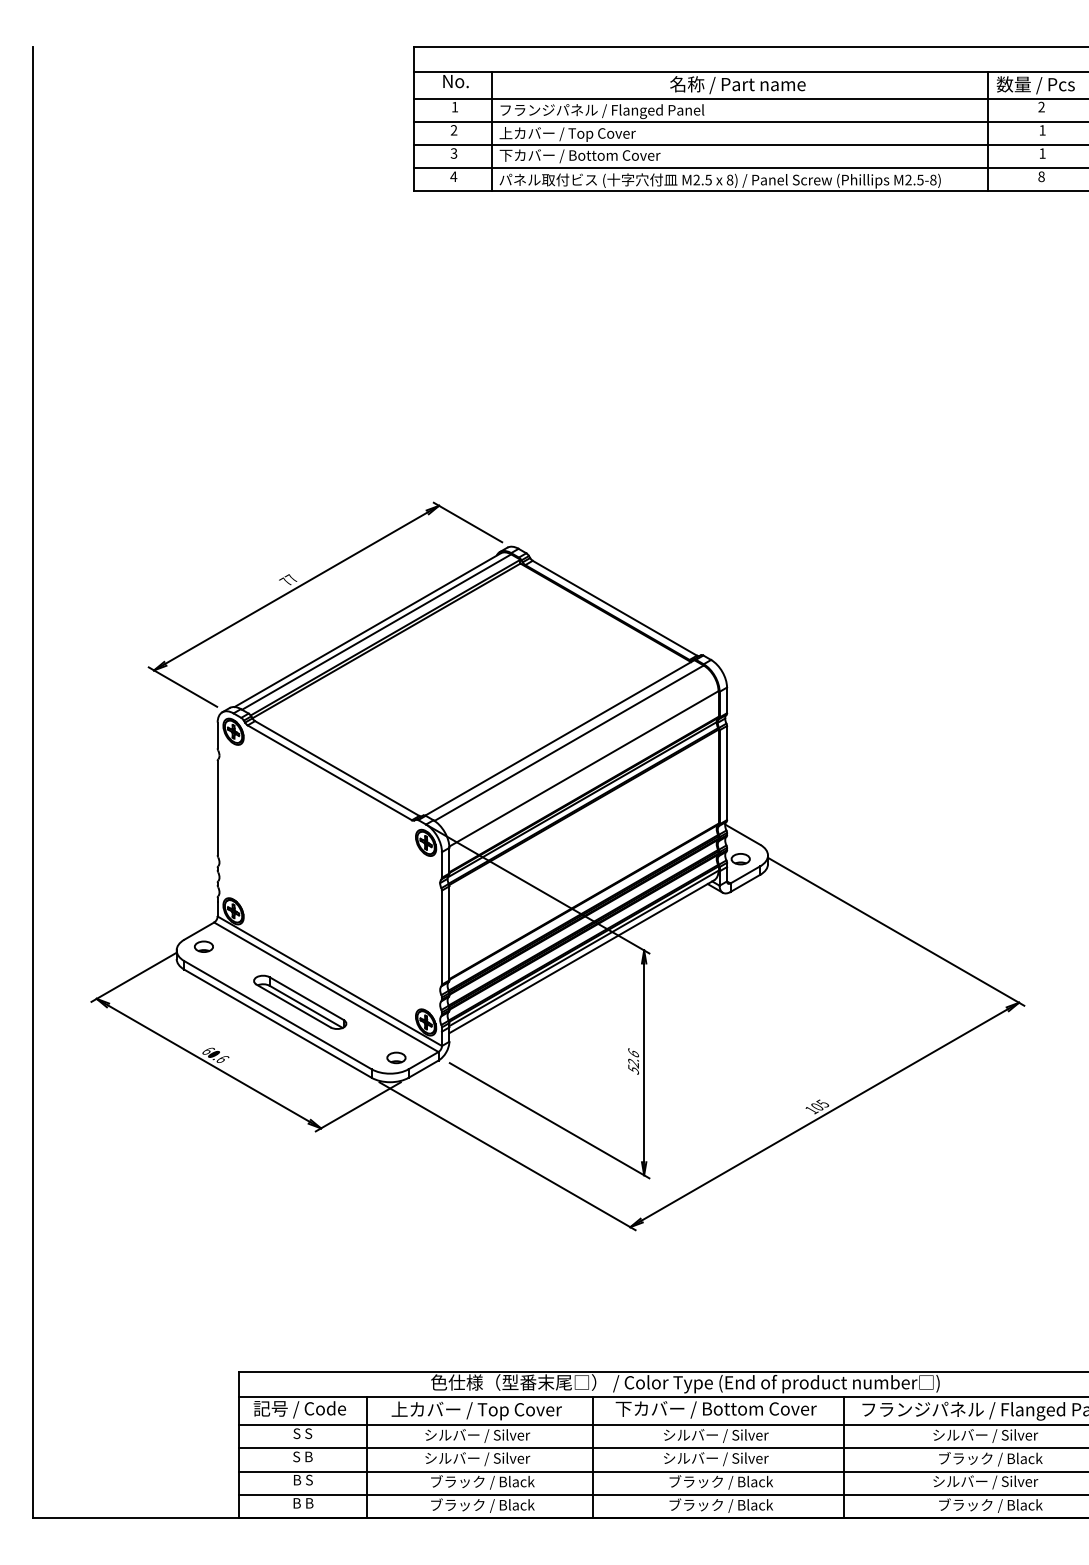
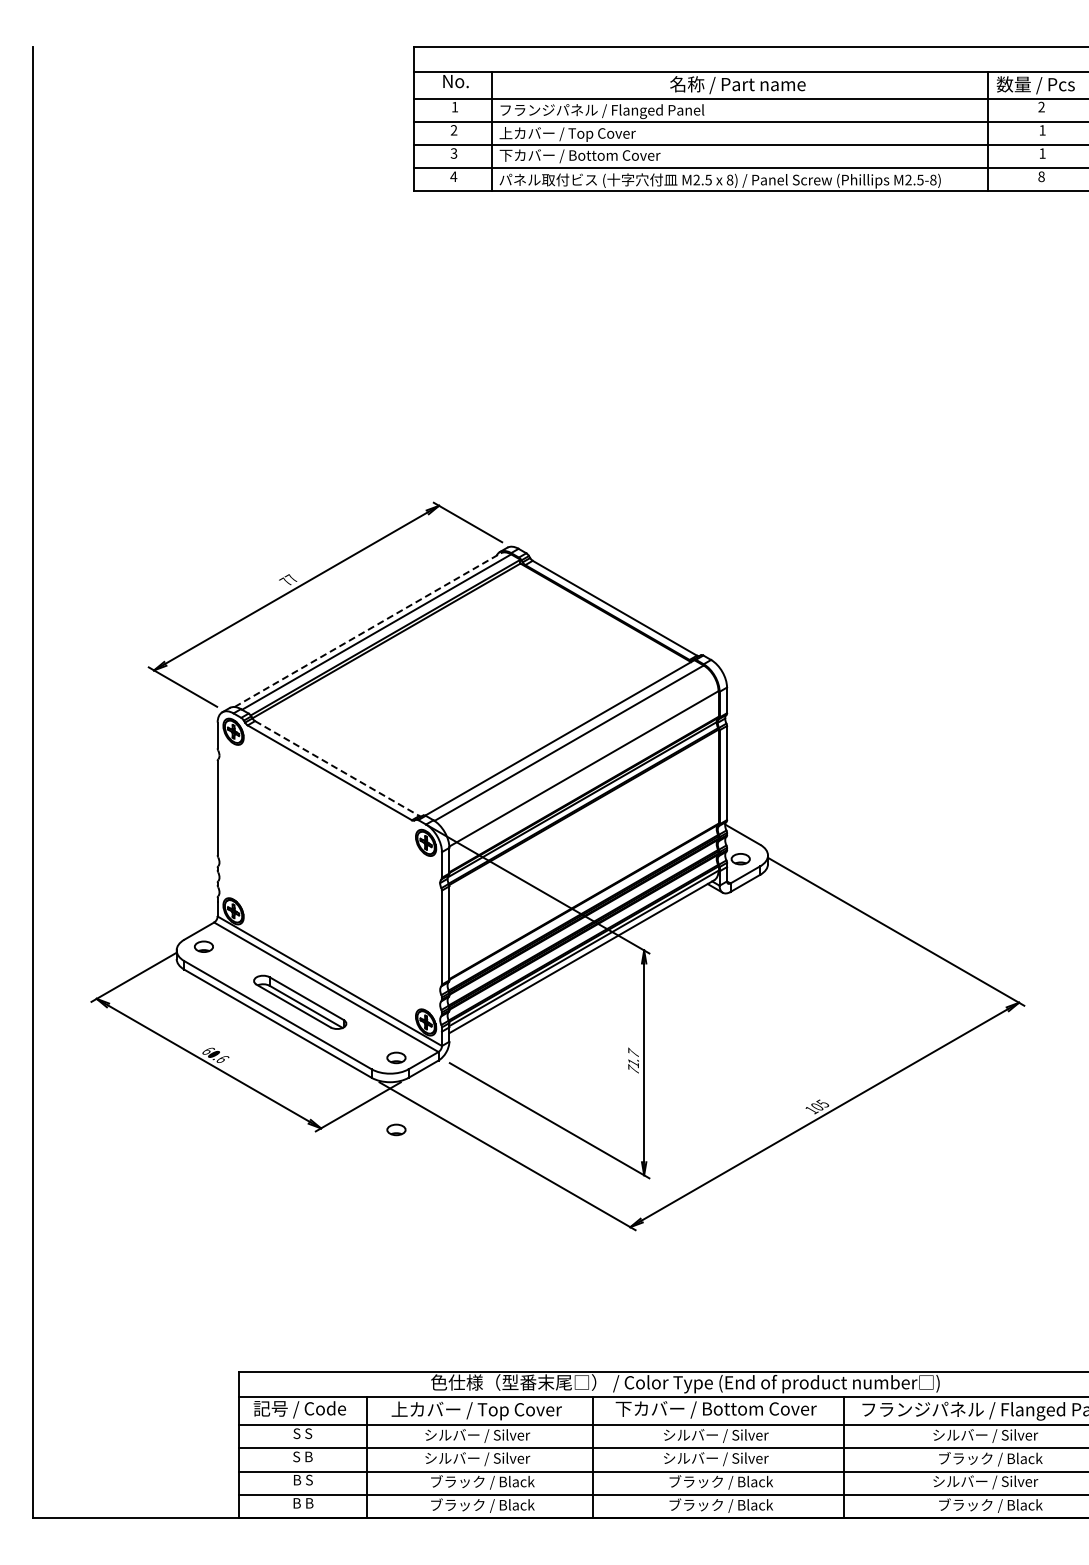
line at (367, 630): solid -> dashed
line at (337, 768): solid -> dashed
text at (633, 1060): 52.6 -> 71.7
part at (396, 1129): none -> present
